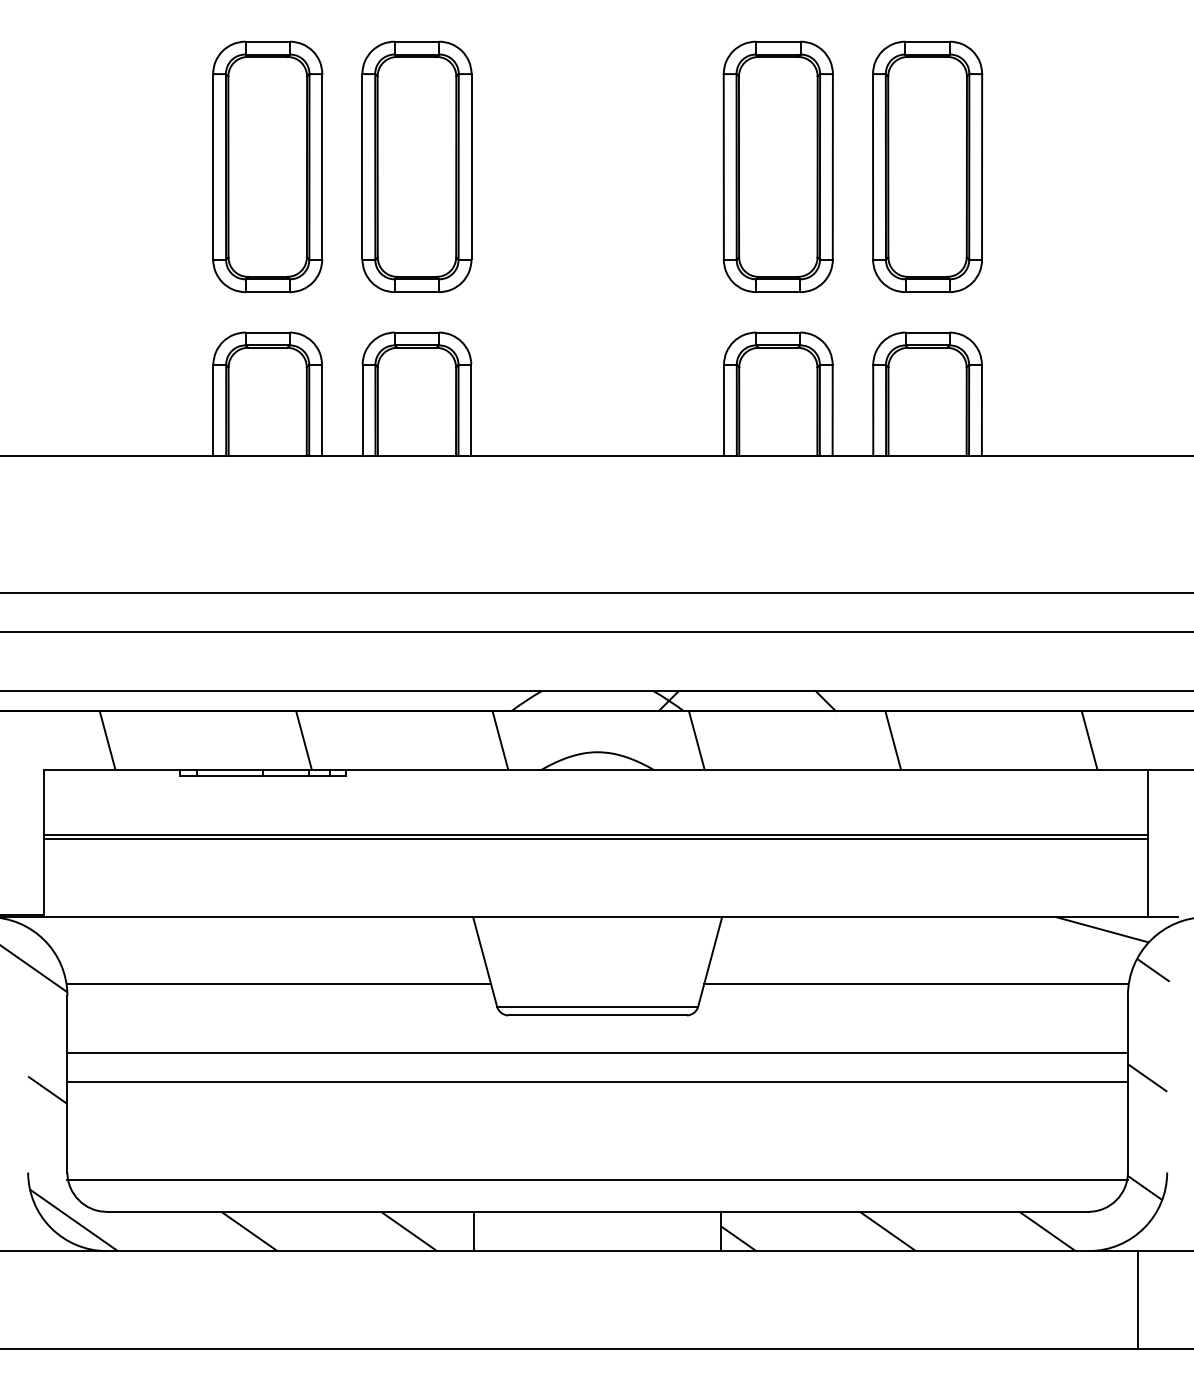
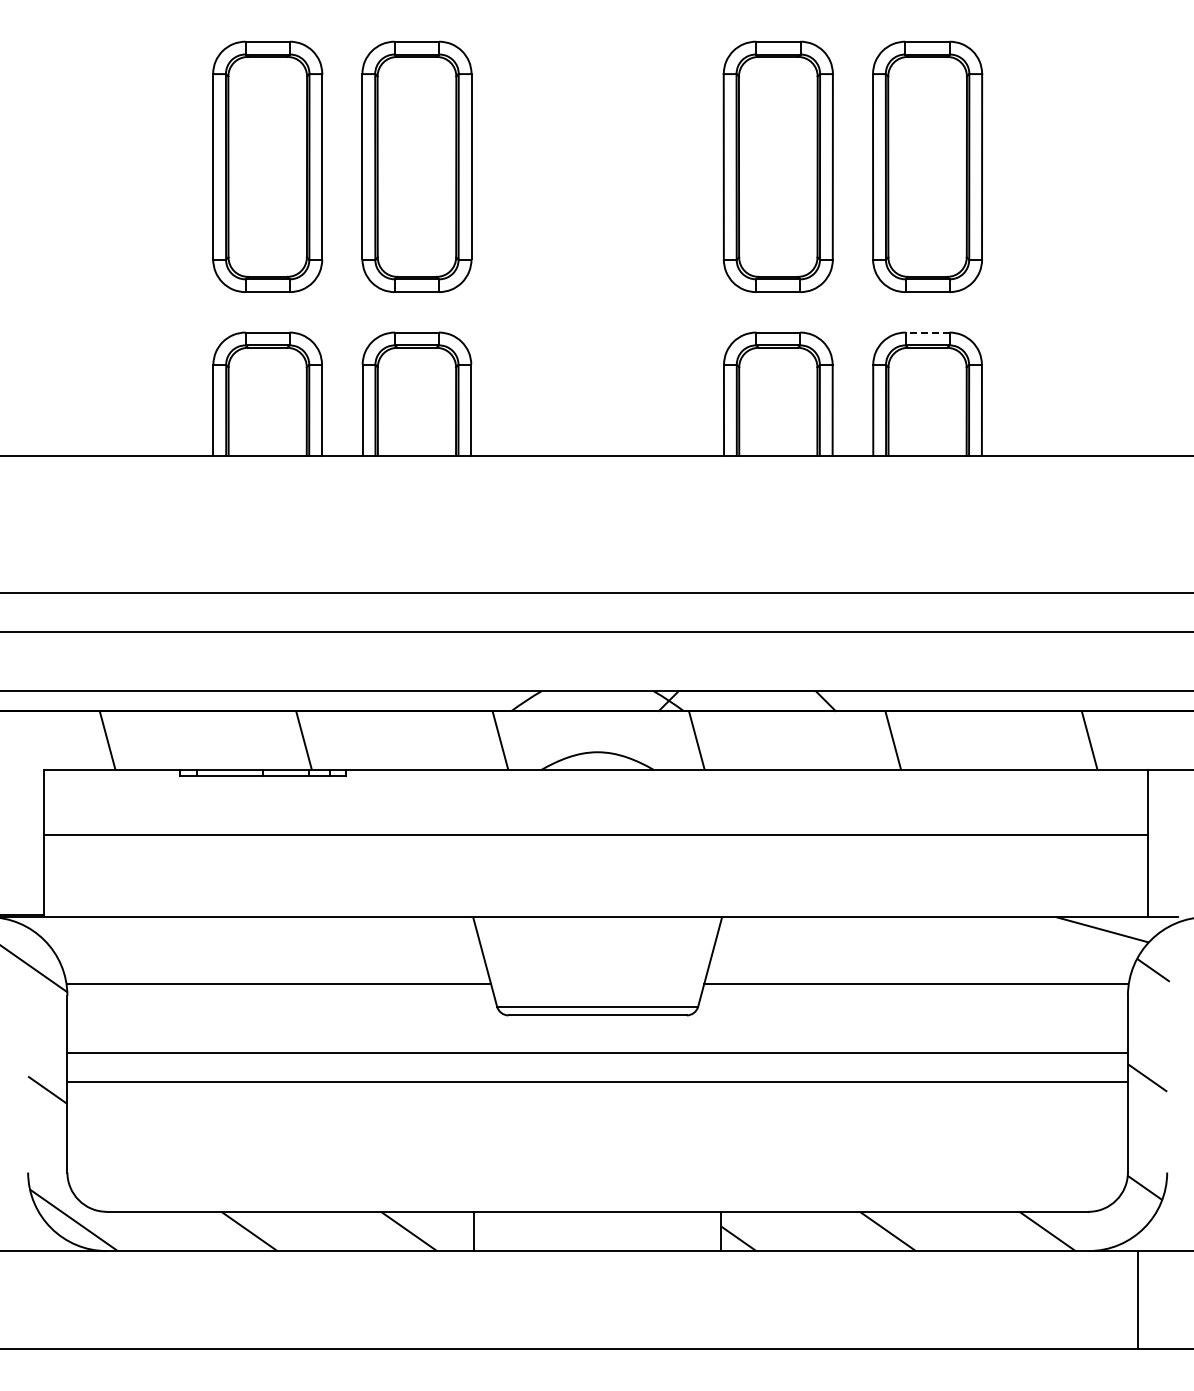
line at (927, 332): solid -> dashed
line at (595, 838): present -> none
line at (597, 1180): present -> none
